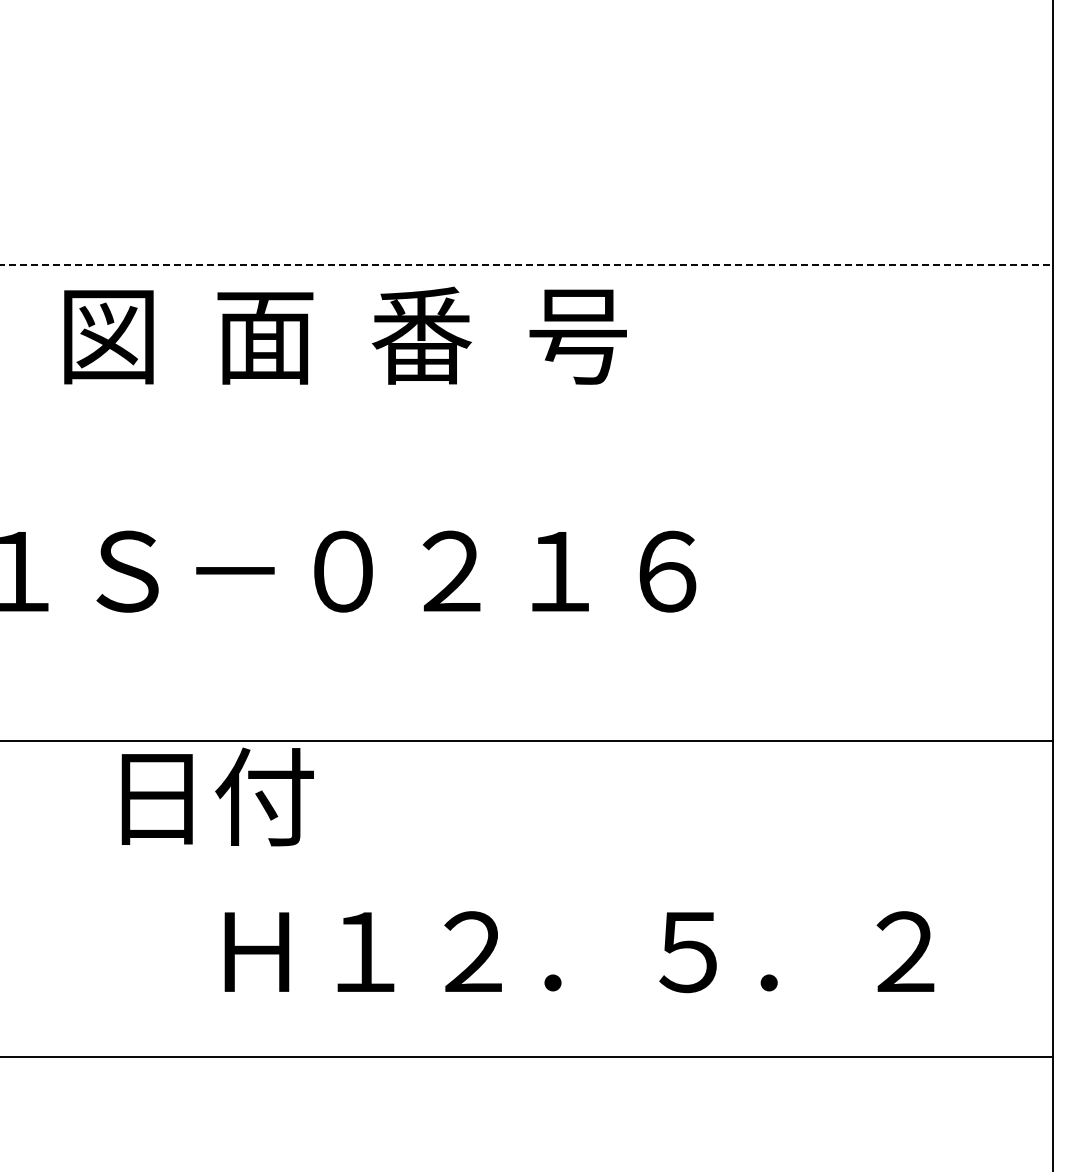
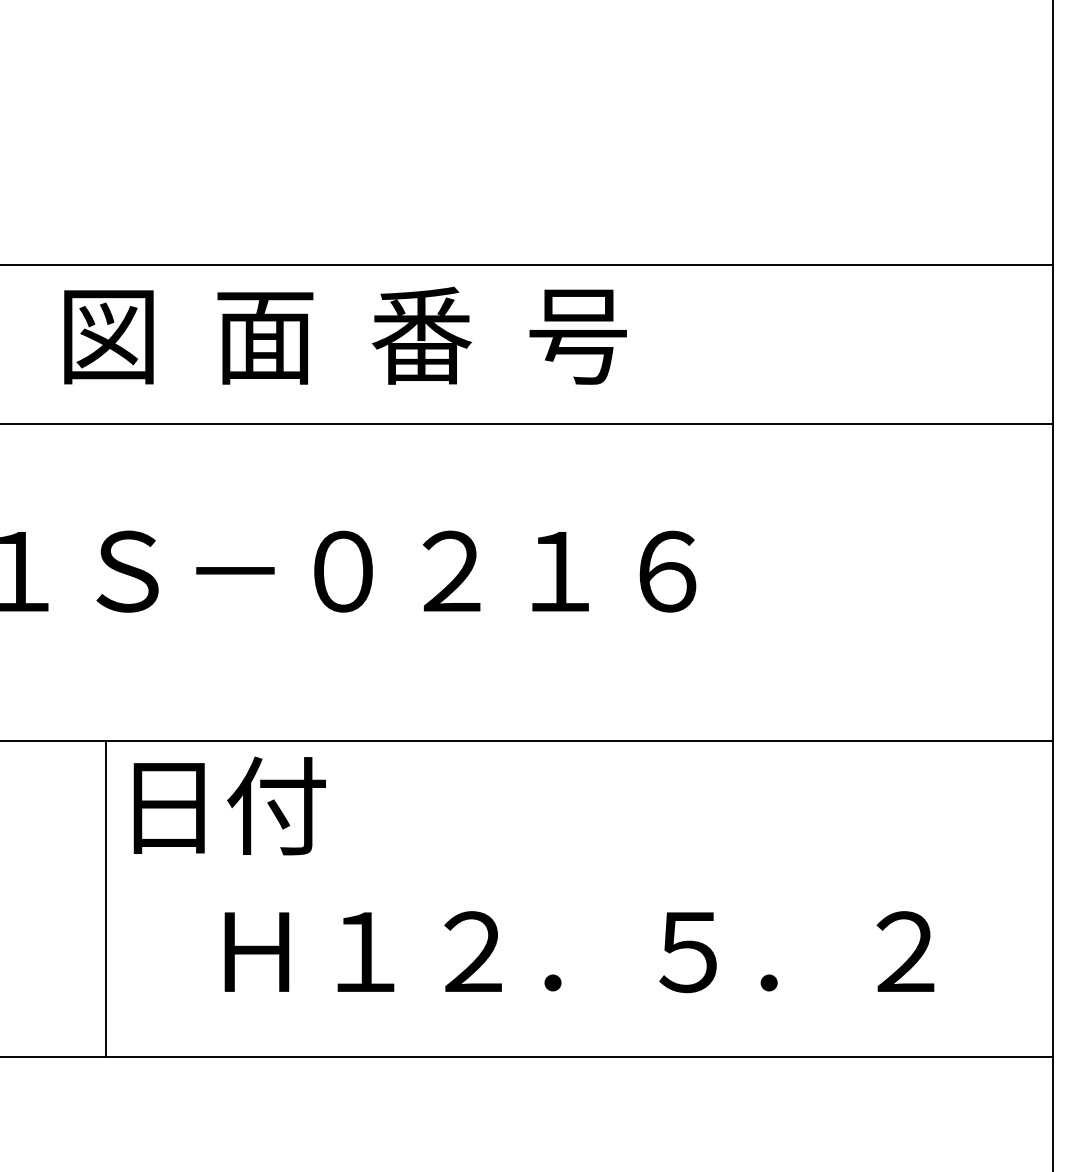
line at (526, 265): dashed -> solid
line at (527, 423): none -> present
text at (217, 796) position: (217, 796) -> (229, 805)
line at (105, 898): none -> present
